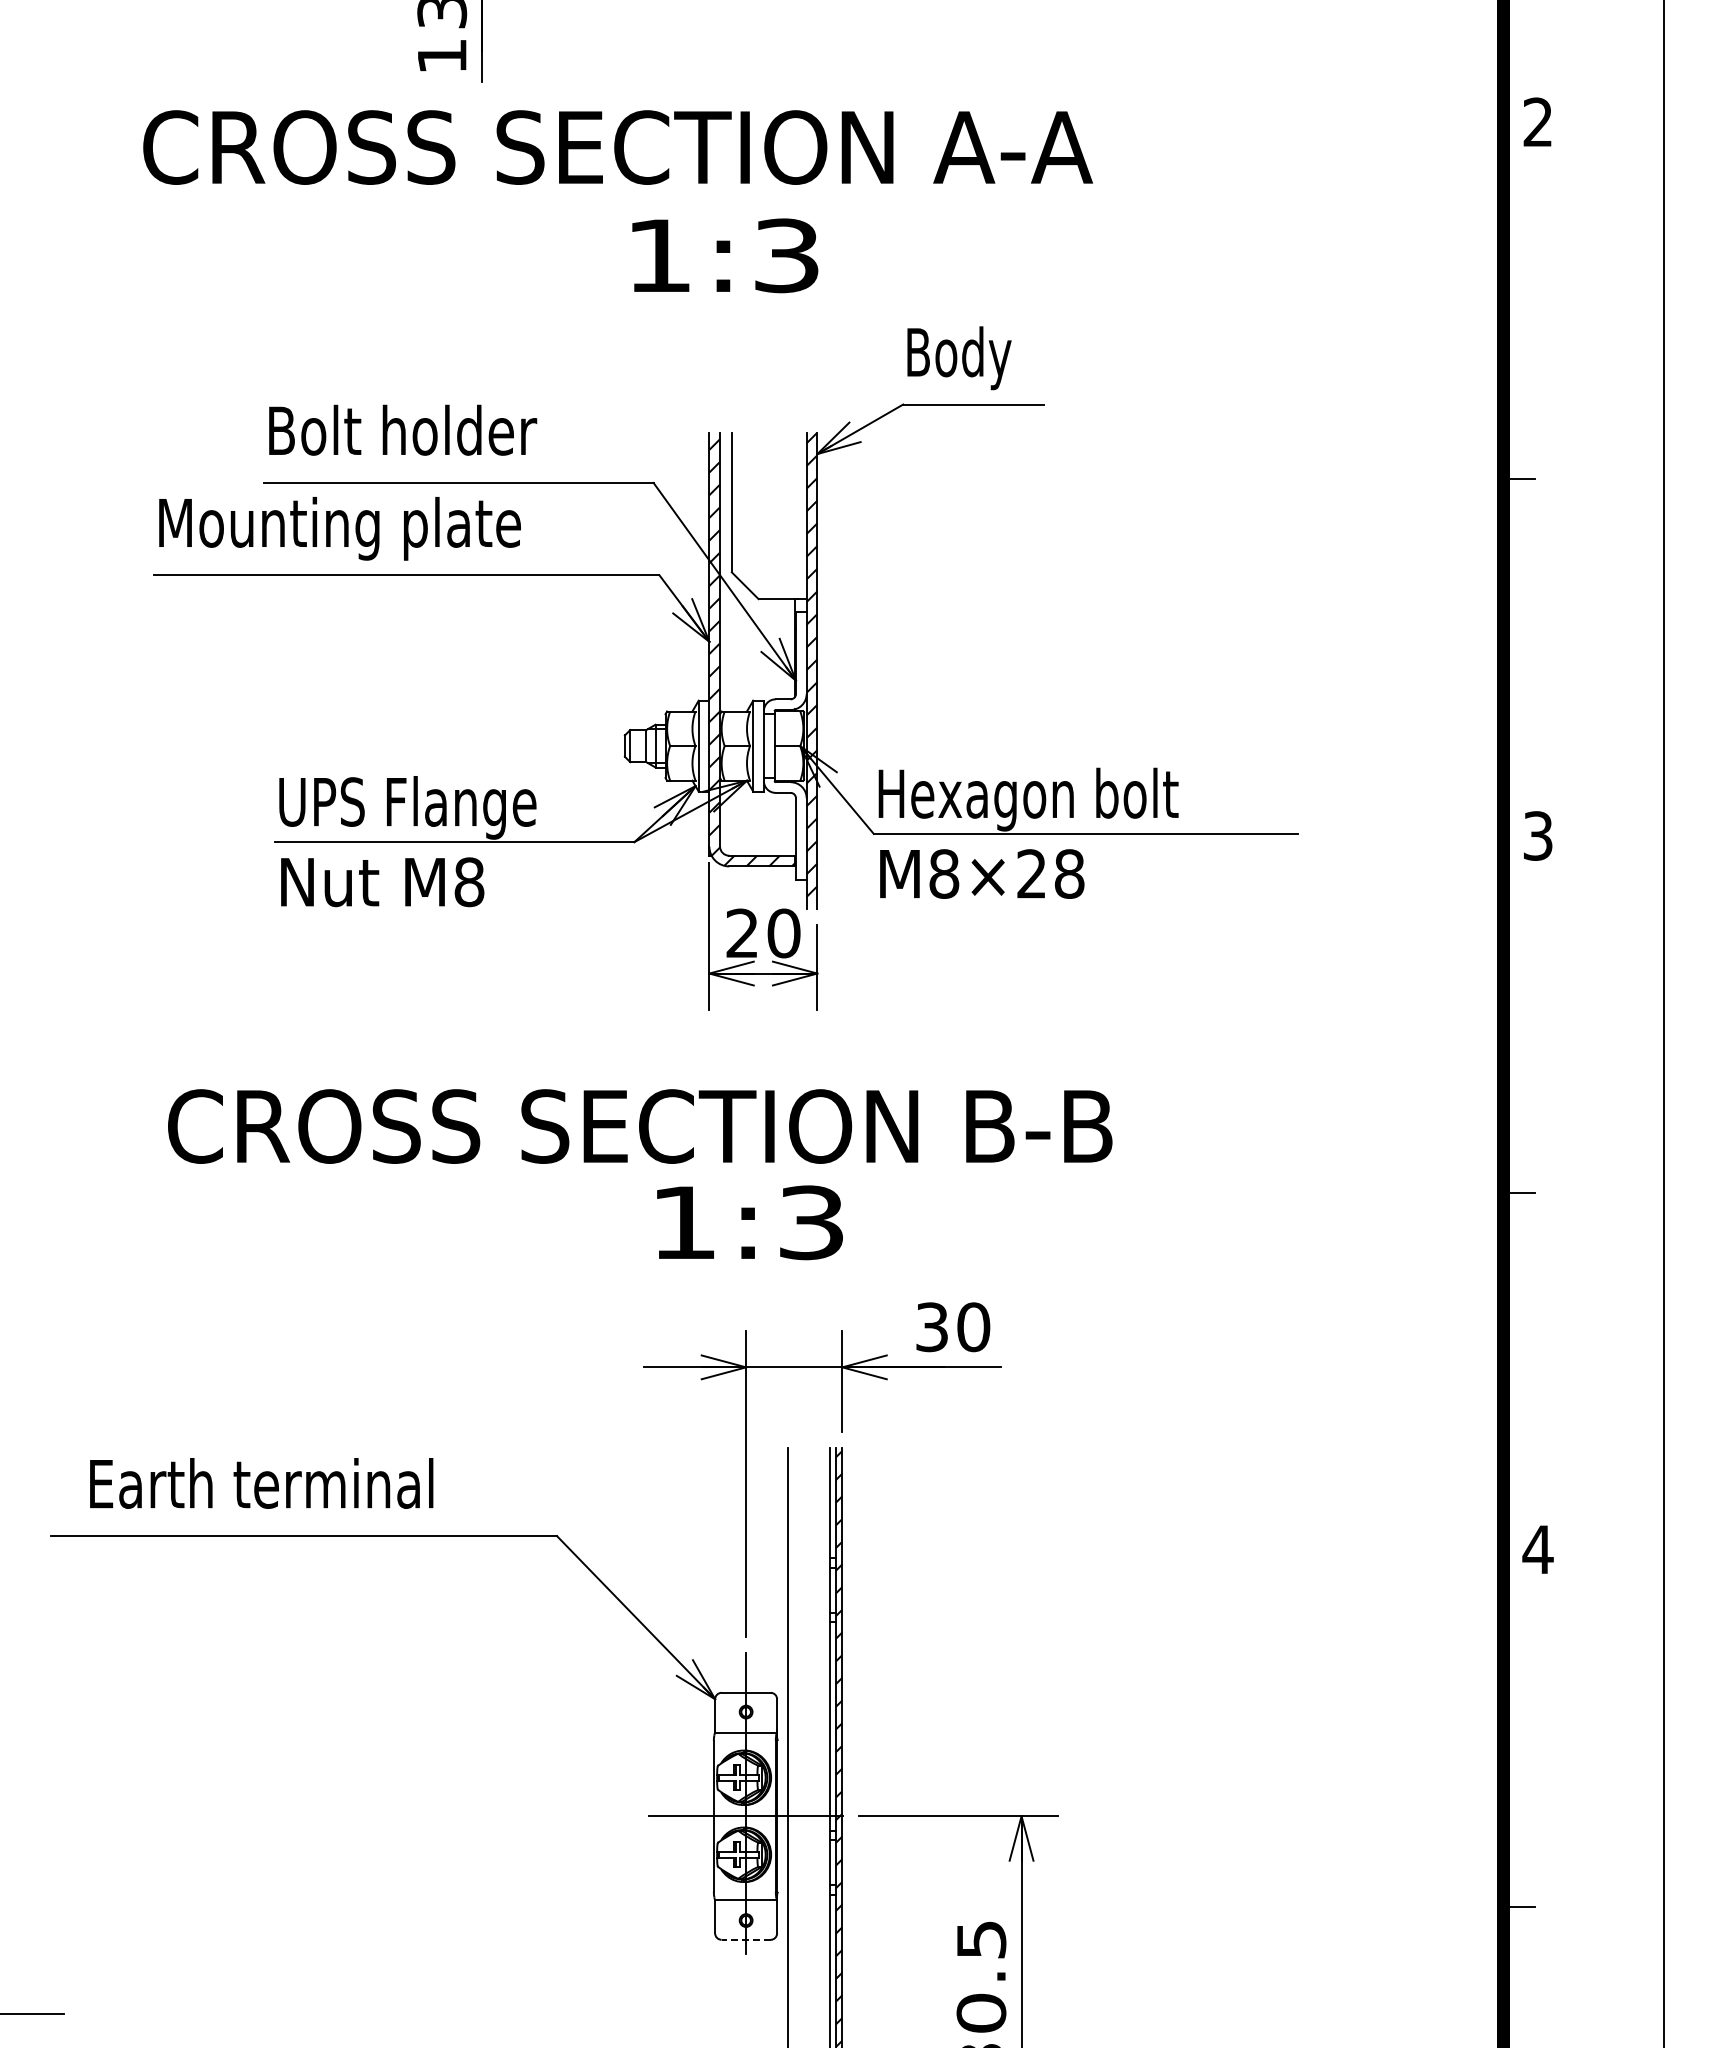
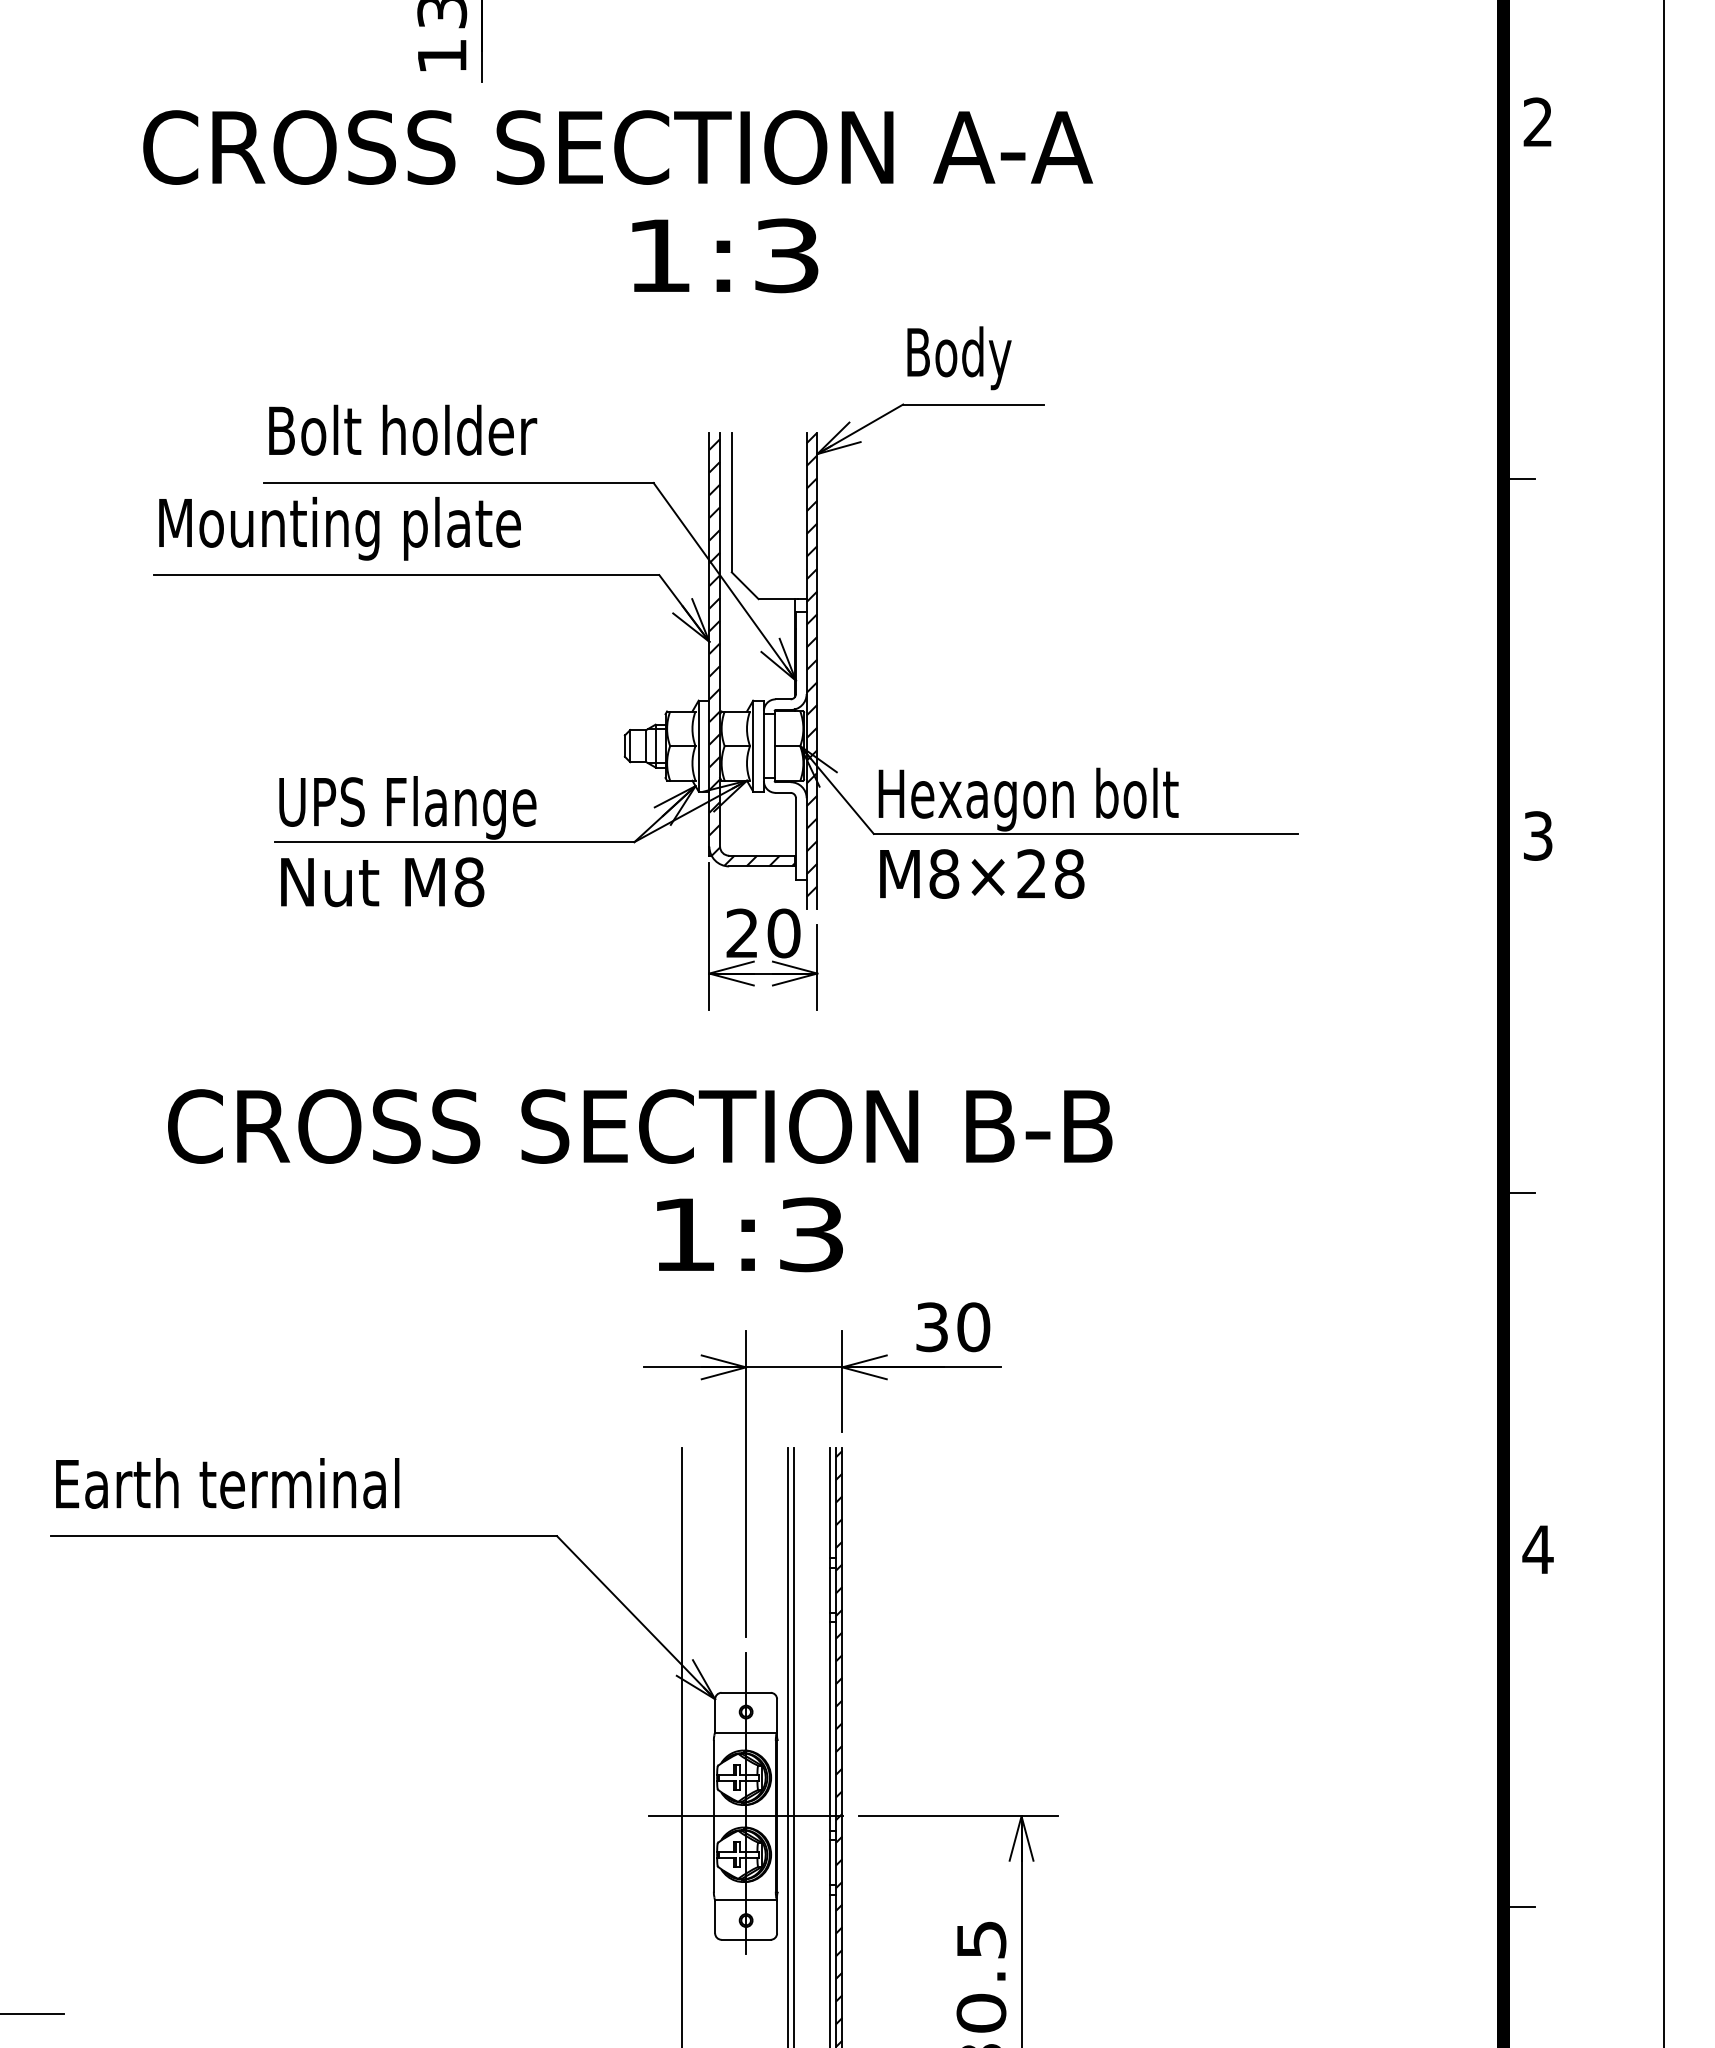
text at (749, 1222) position: (749, 1222) -> (749, 1234)
text at (261, 1483) position: (261, 1483) -> (227, 1483)
line at (681, 1746): none -> present
line at (794, 1746): none -> present
line at (746, 1939): dashed -> solid
